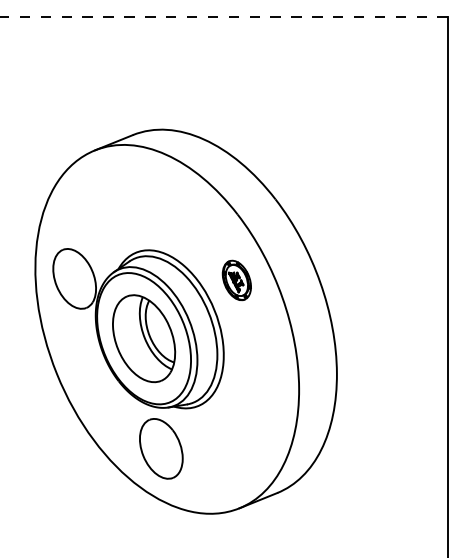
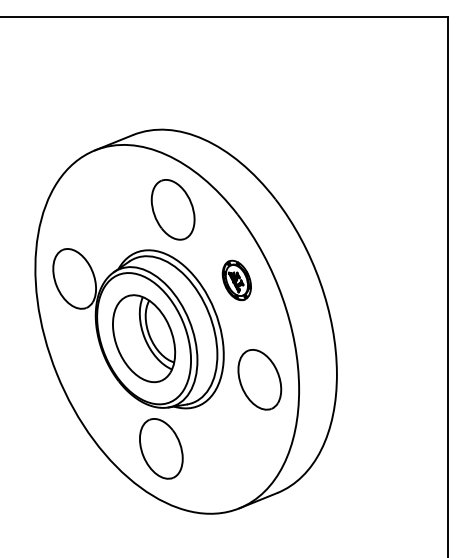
line at (224, 16): dashed -> solid
part at (172, 209): none -> present
part at (259, 379): none -> present
